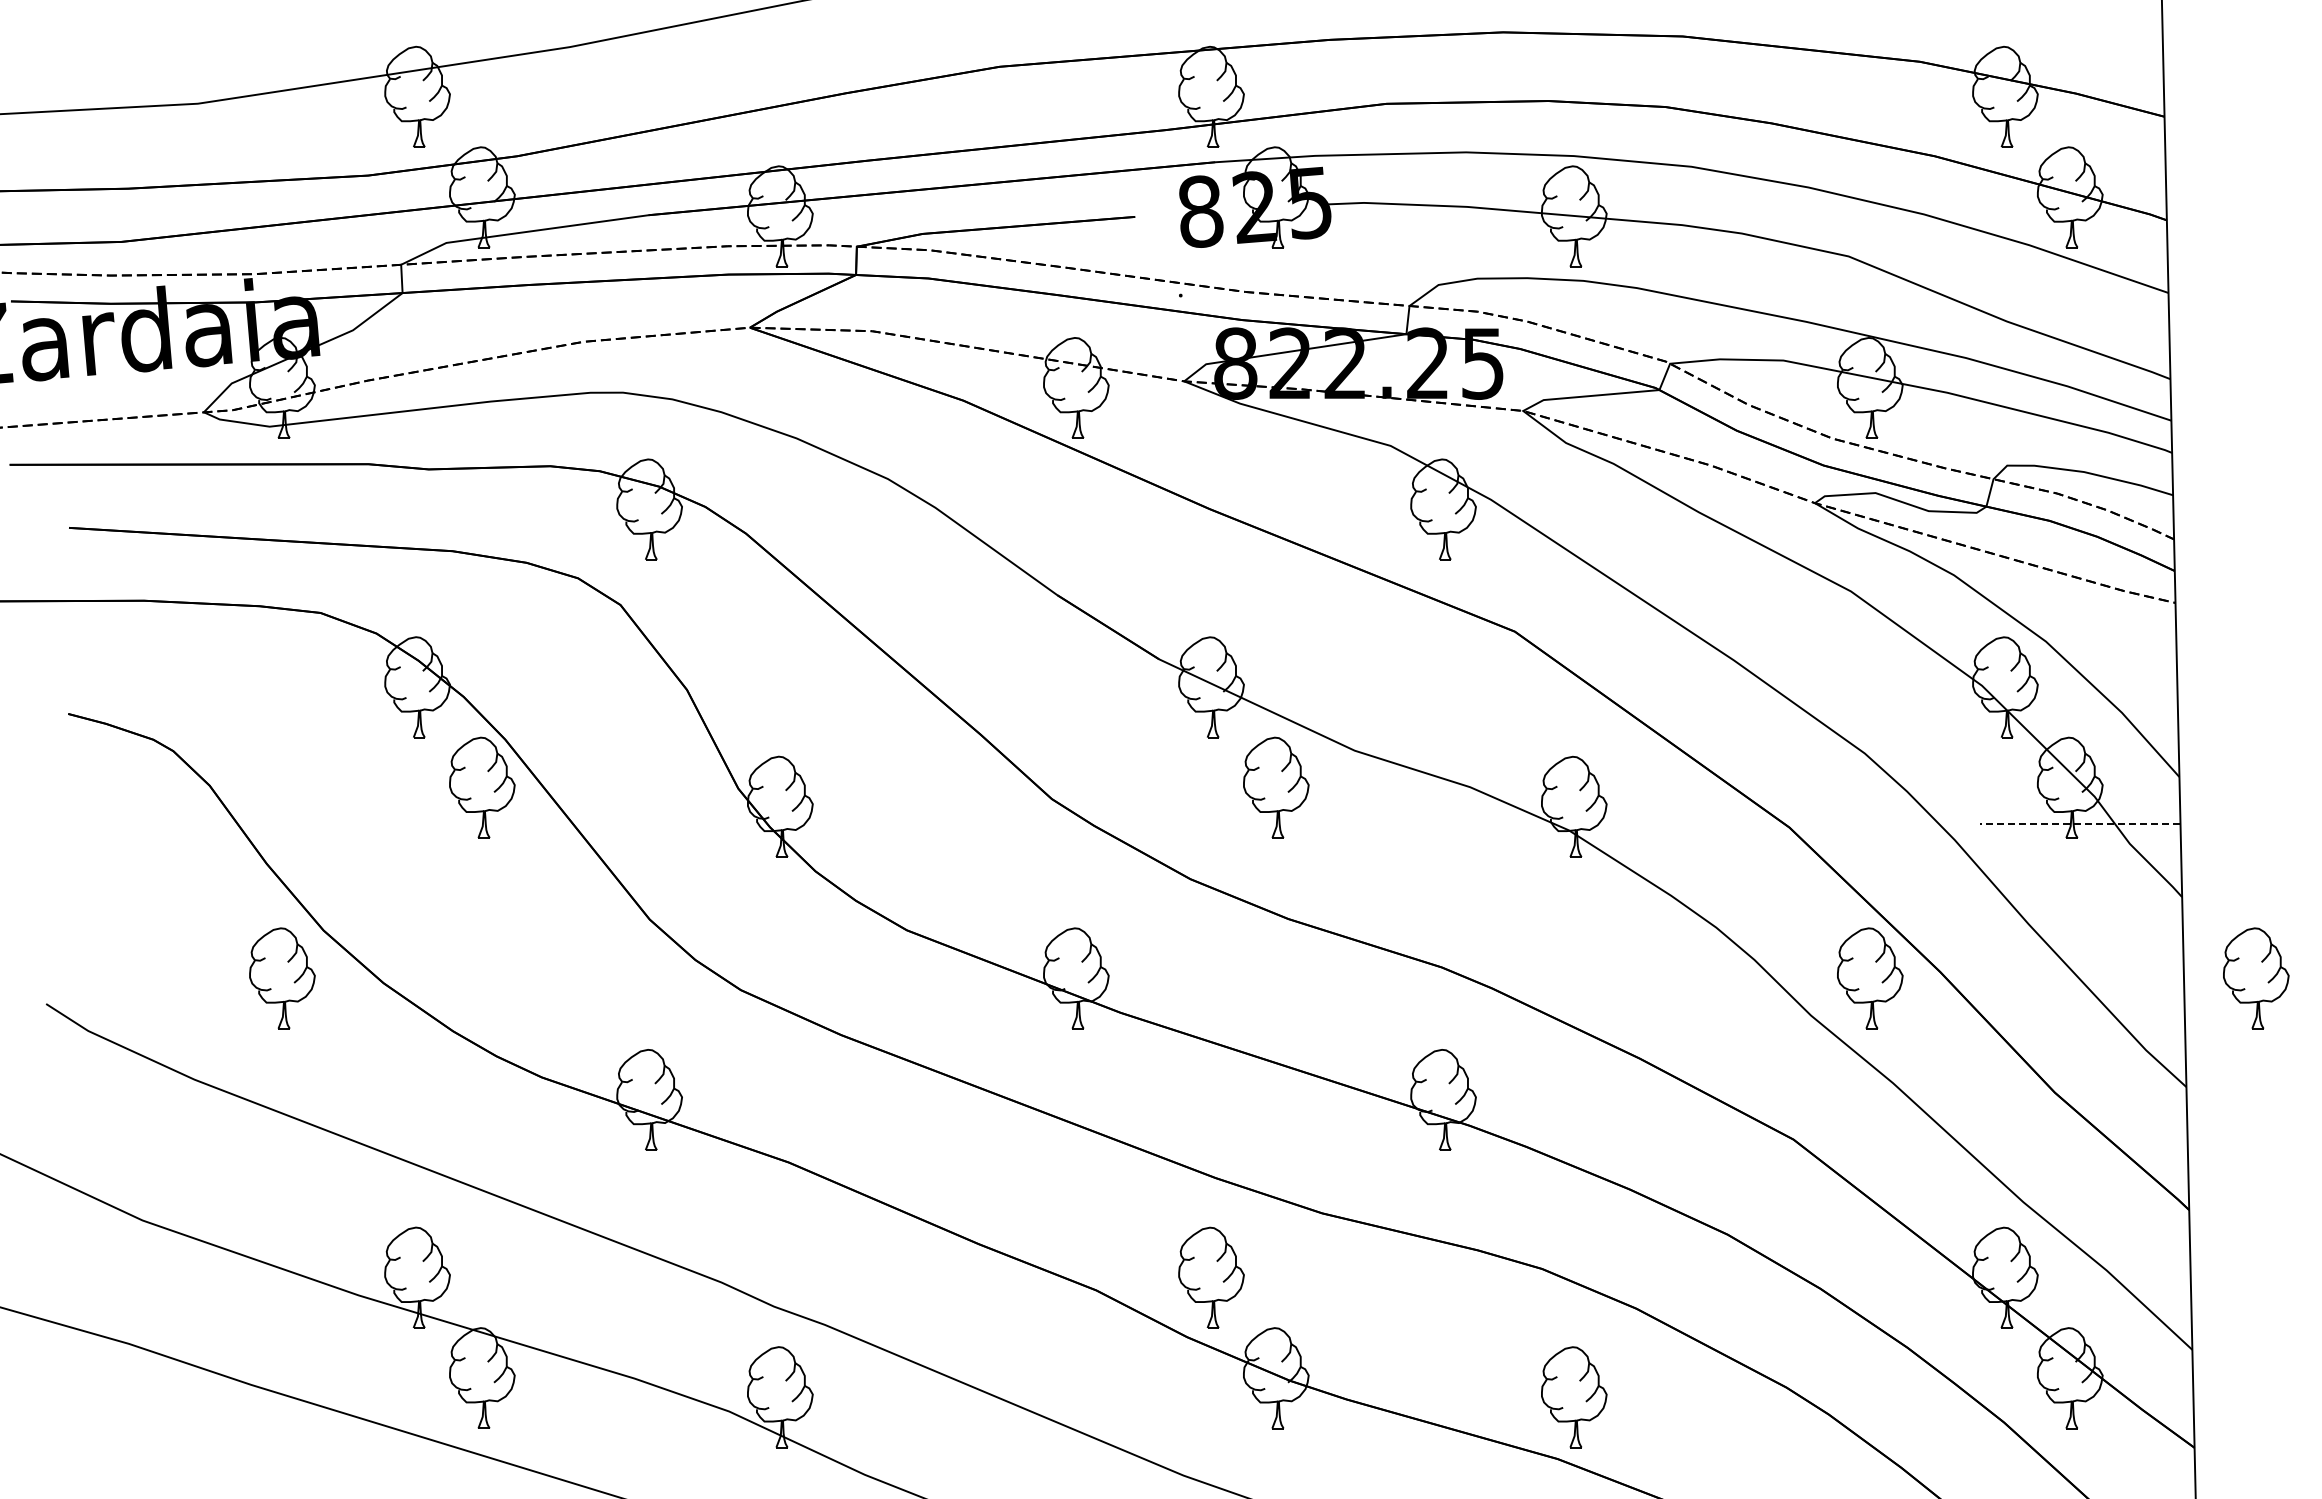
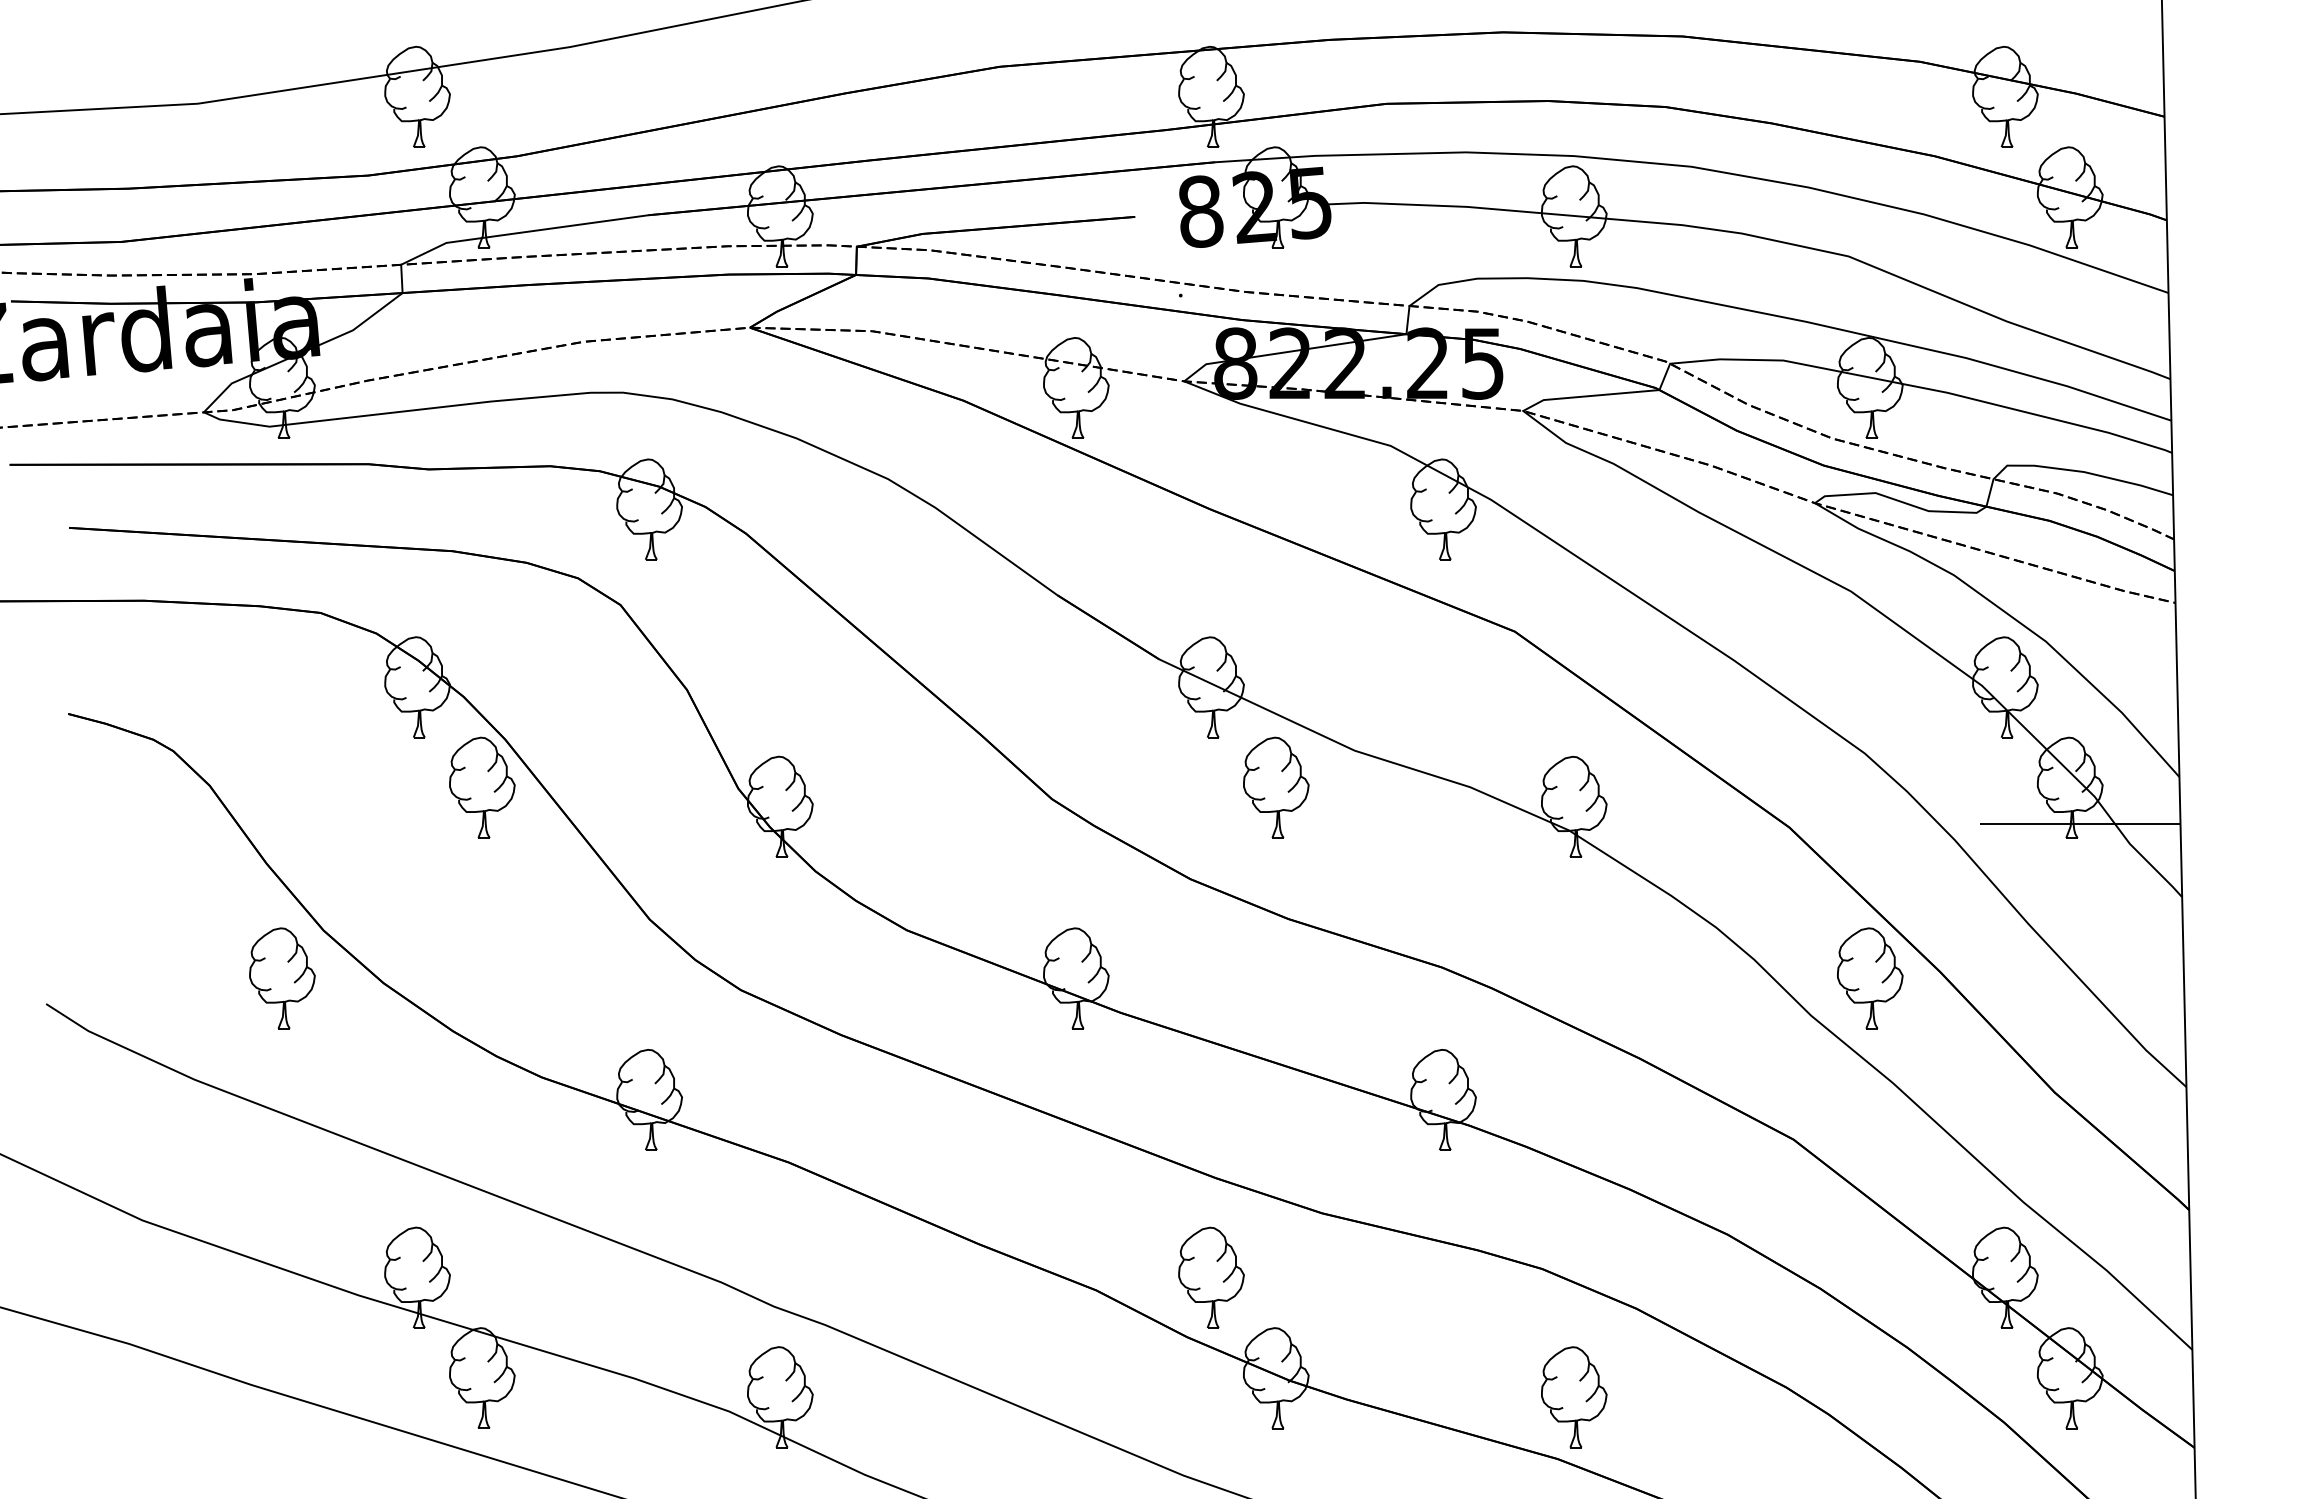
line at (2079, 824): dashed -> solid
part at (2256, 978): present -> none
